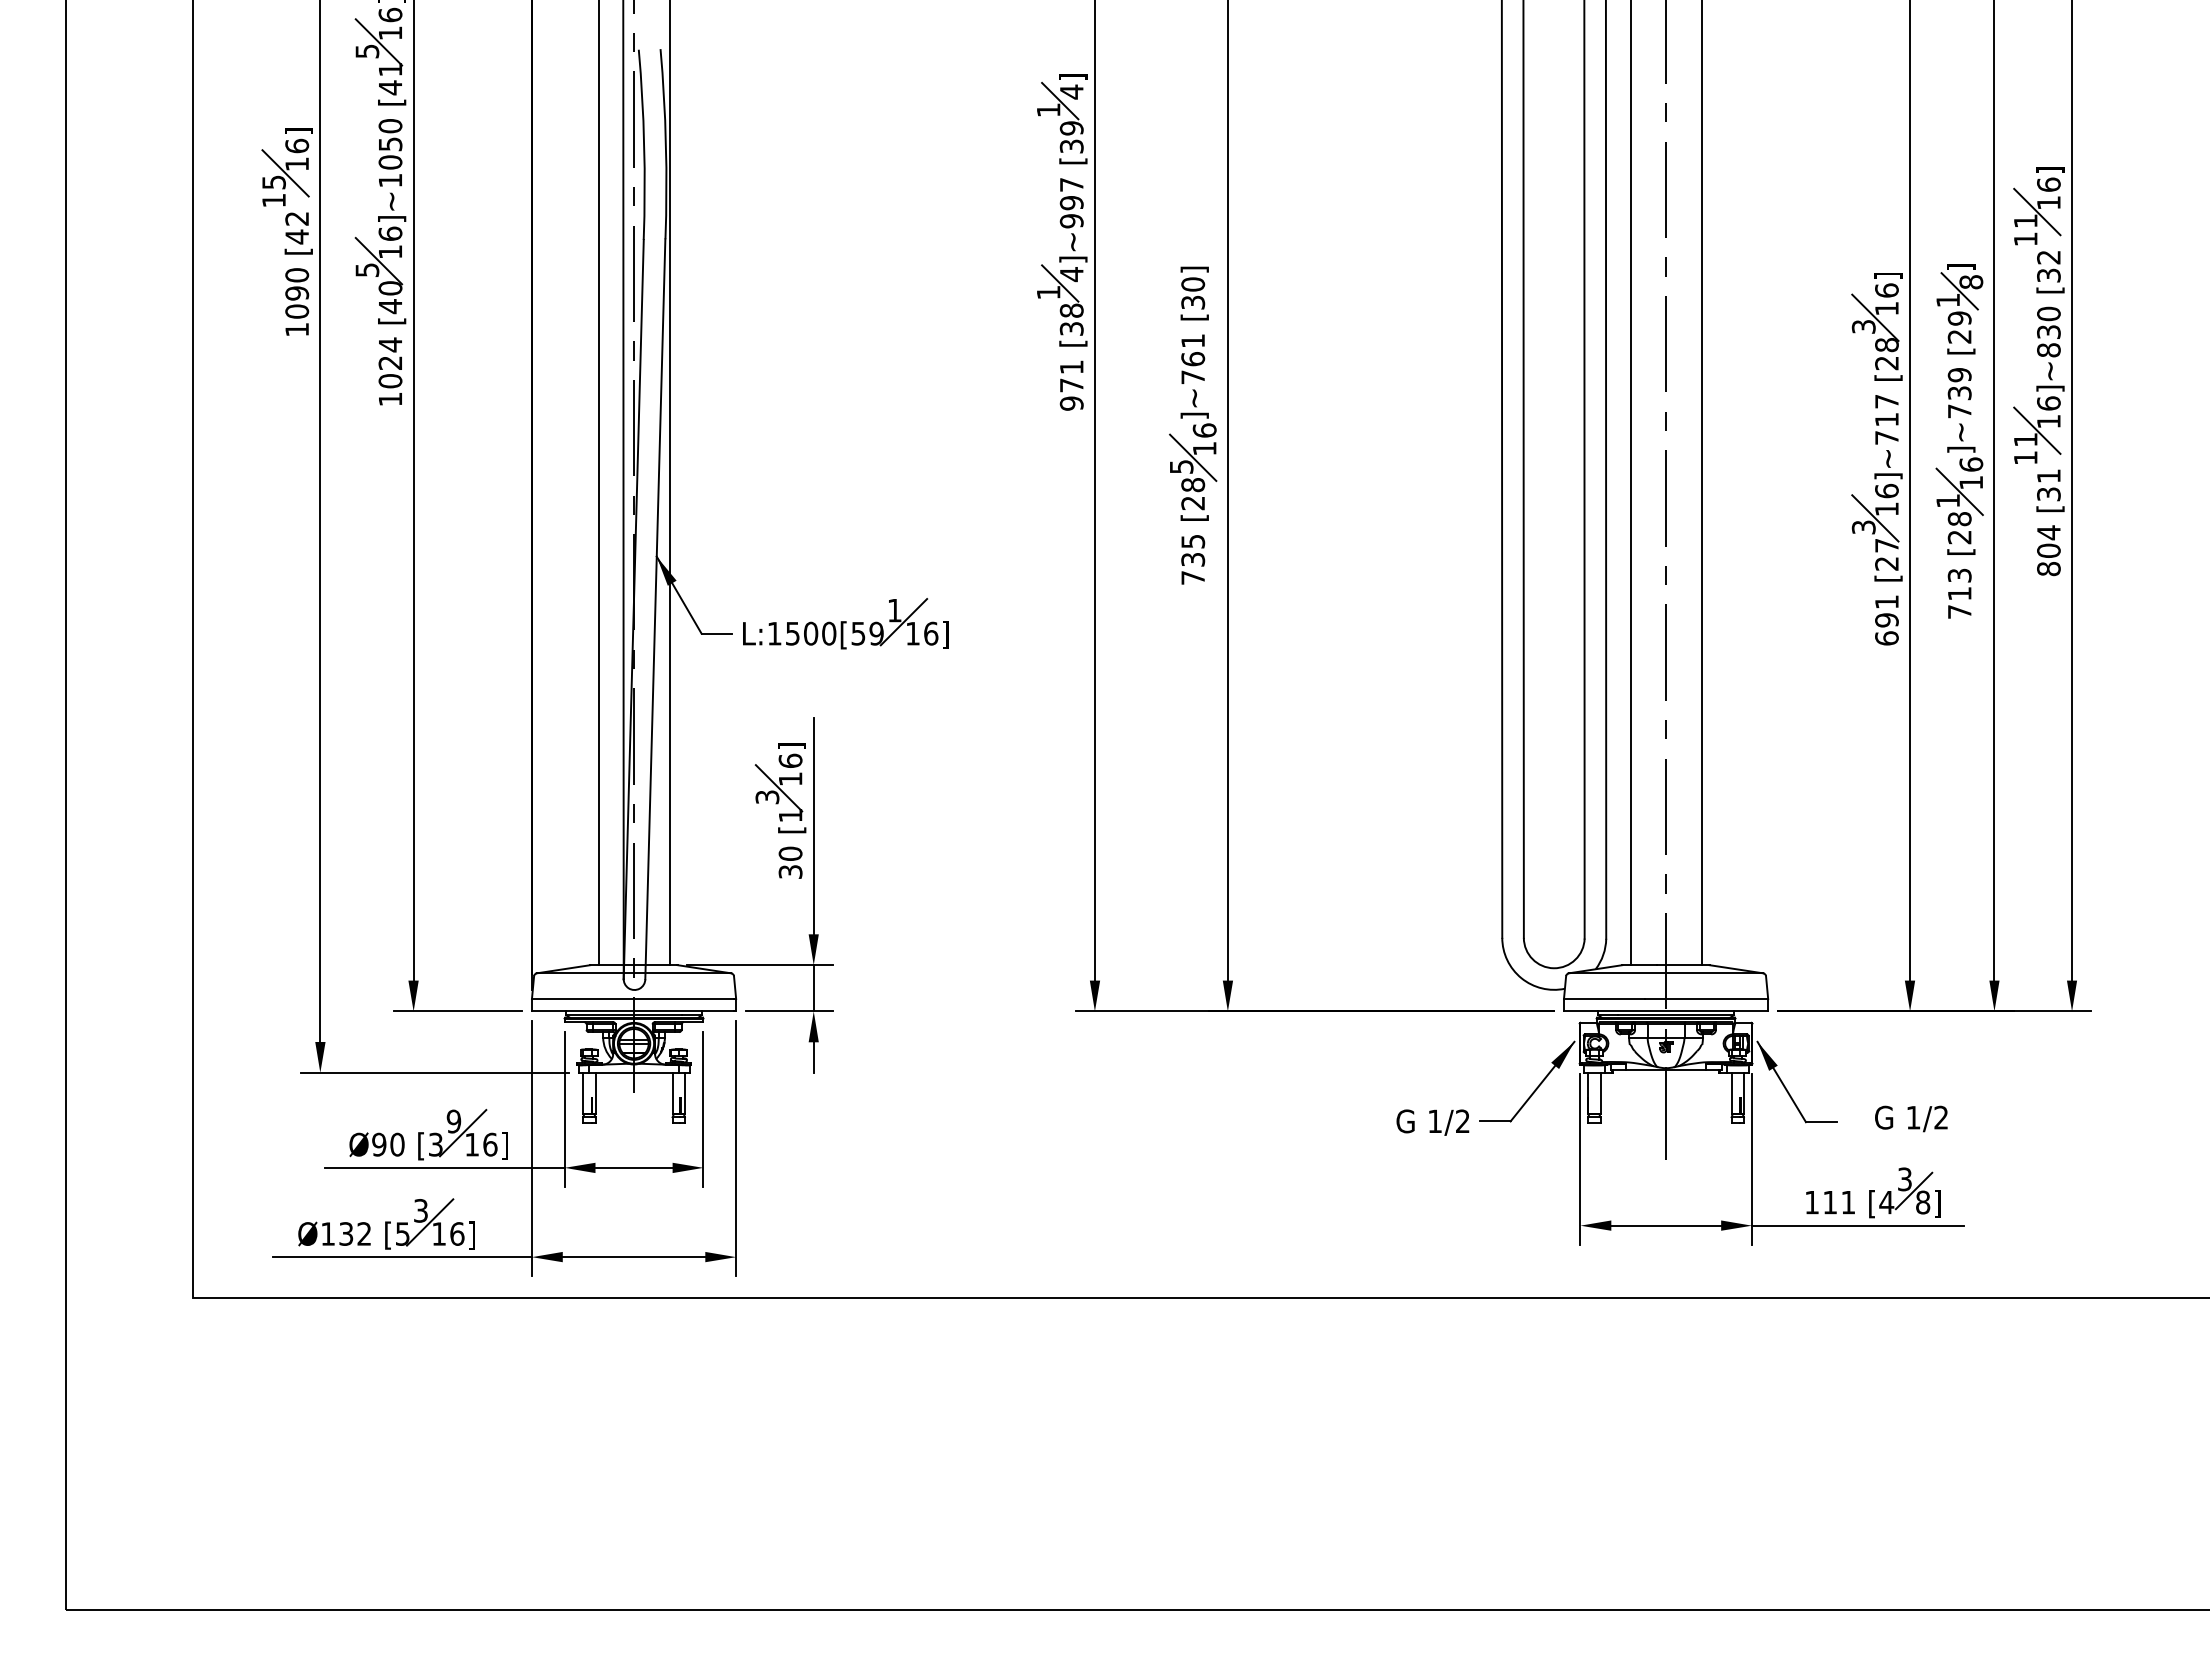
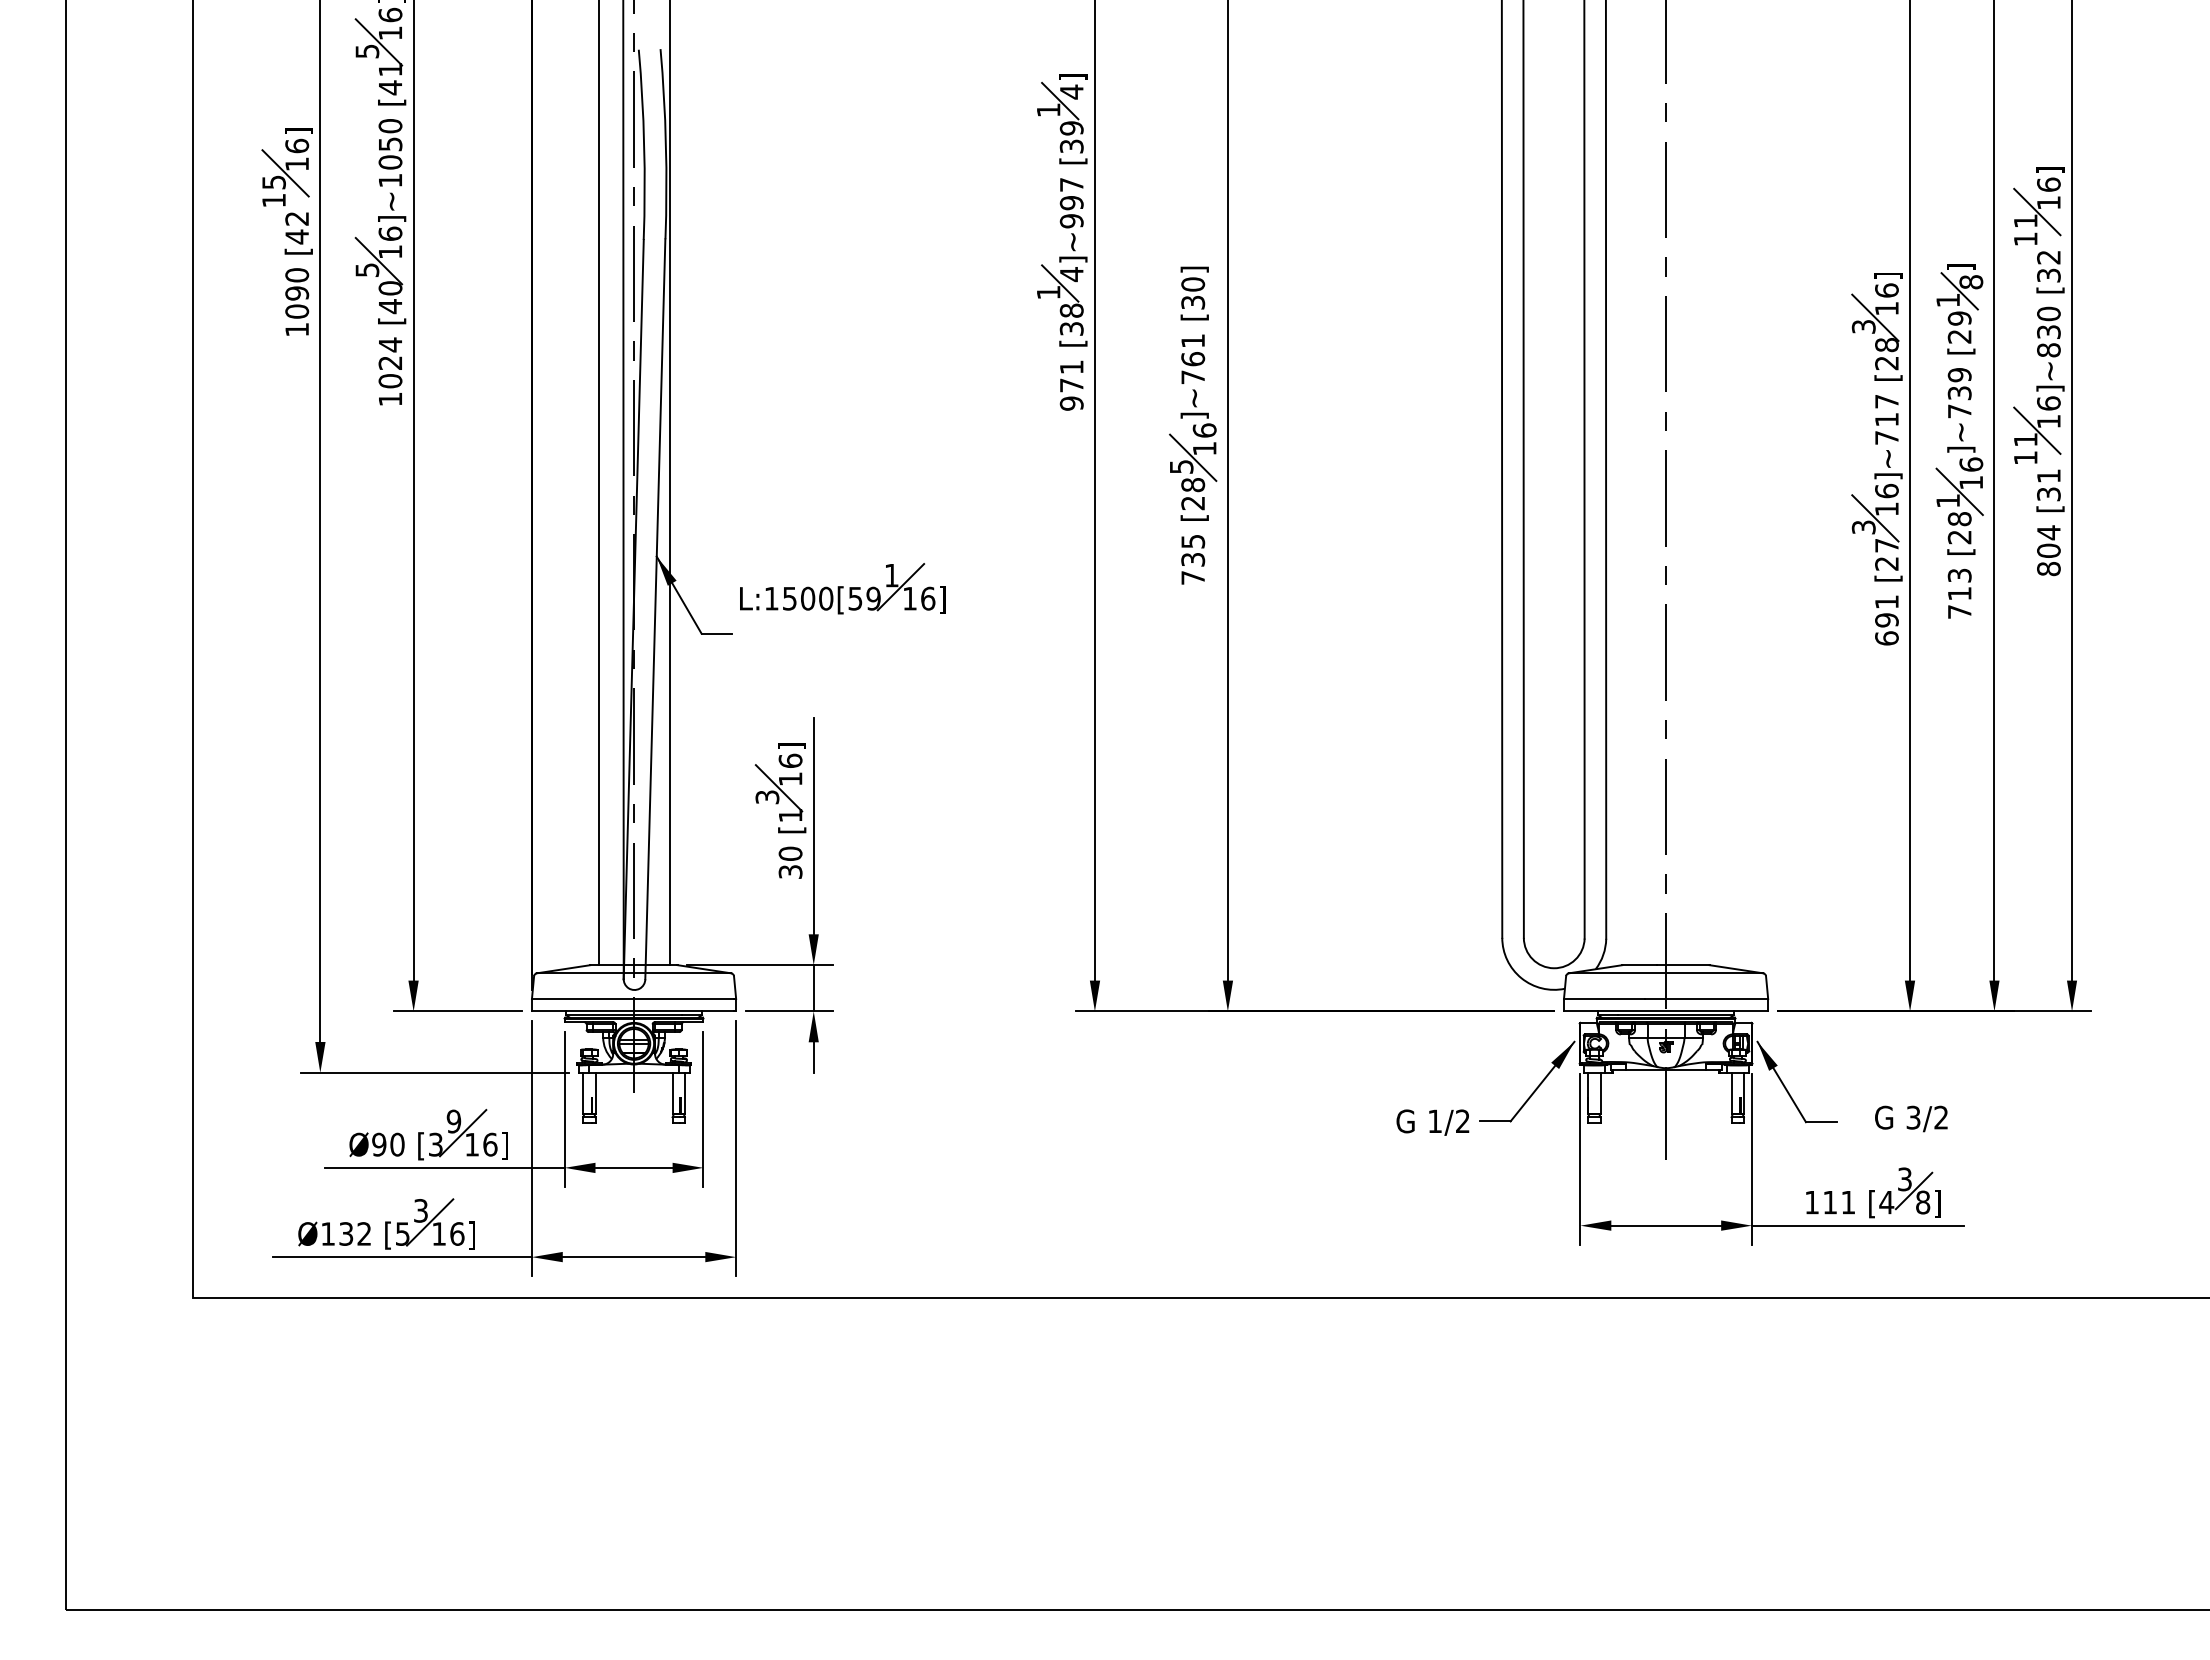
line at (1630, 483): present -> none
line at (1701, 483): present -> none
part at (845, 623) position: (845, 623) -> (842, 588)
text at (1913, 1117): 1/2 -> 3/2
